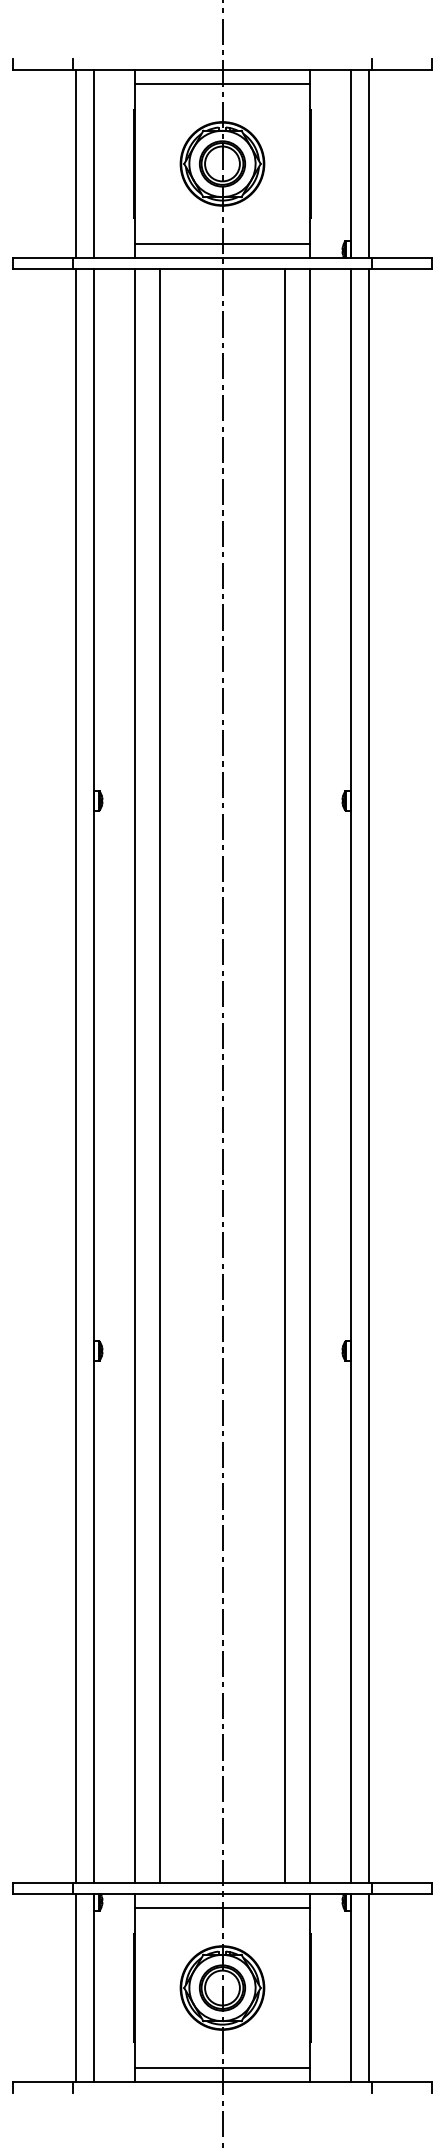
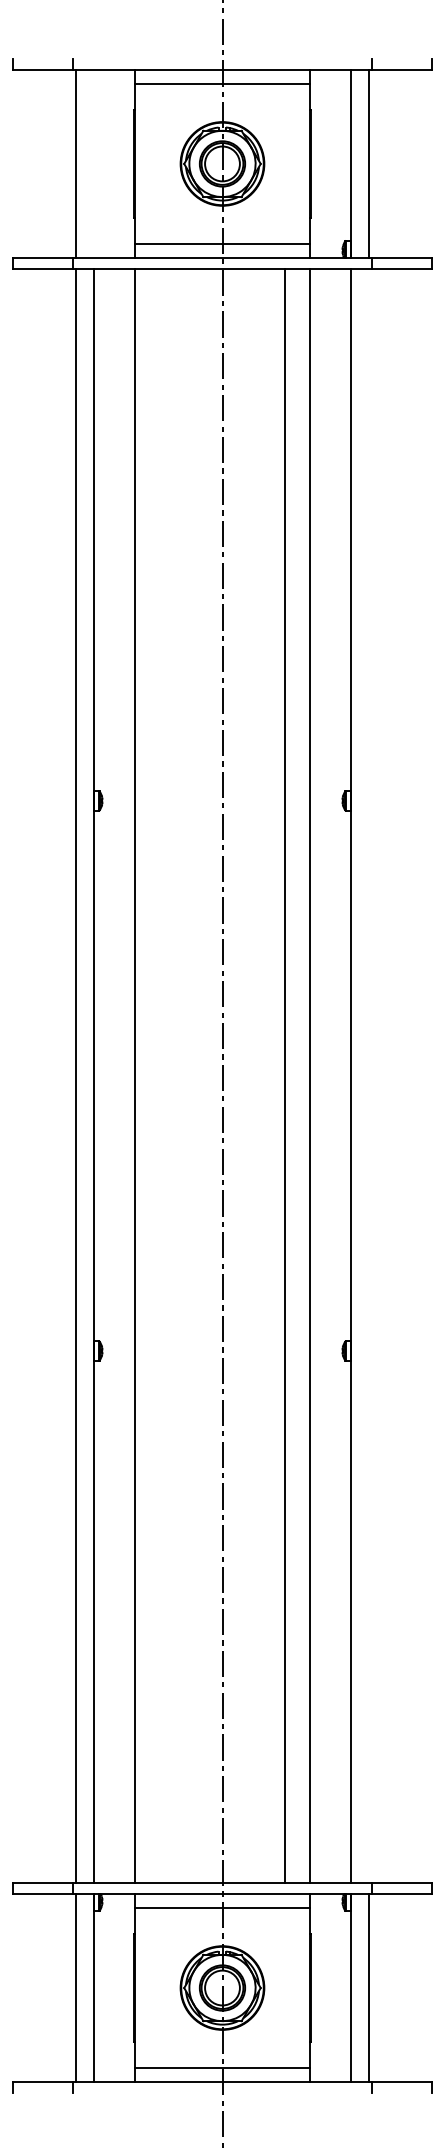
line at (94, 163): present -> none
line at (159, 1075): present -> none
line at (368, 1075): present -> none
